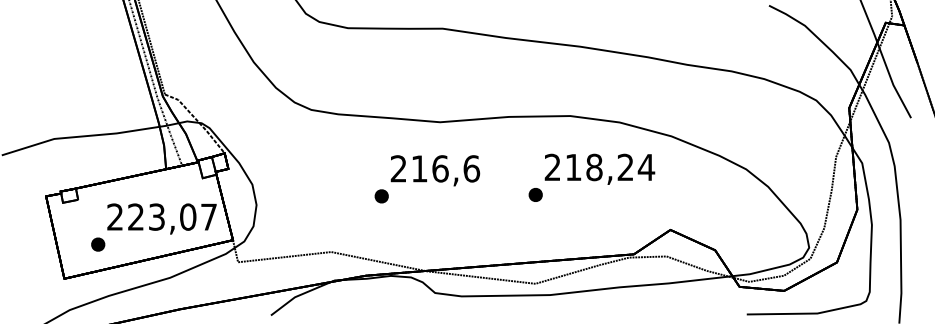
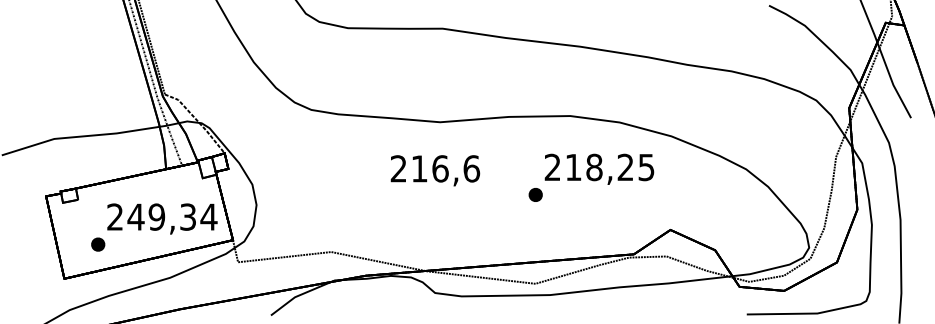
text at (646, 167): 218,24 -> 218,25
part at (381, 196): present -> none
text at (172, 216): 223,07 -> 249,34
